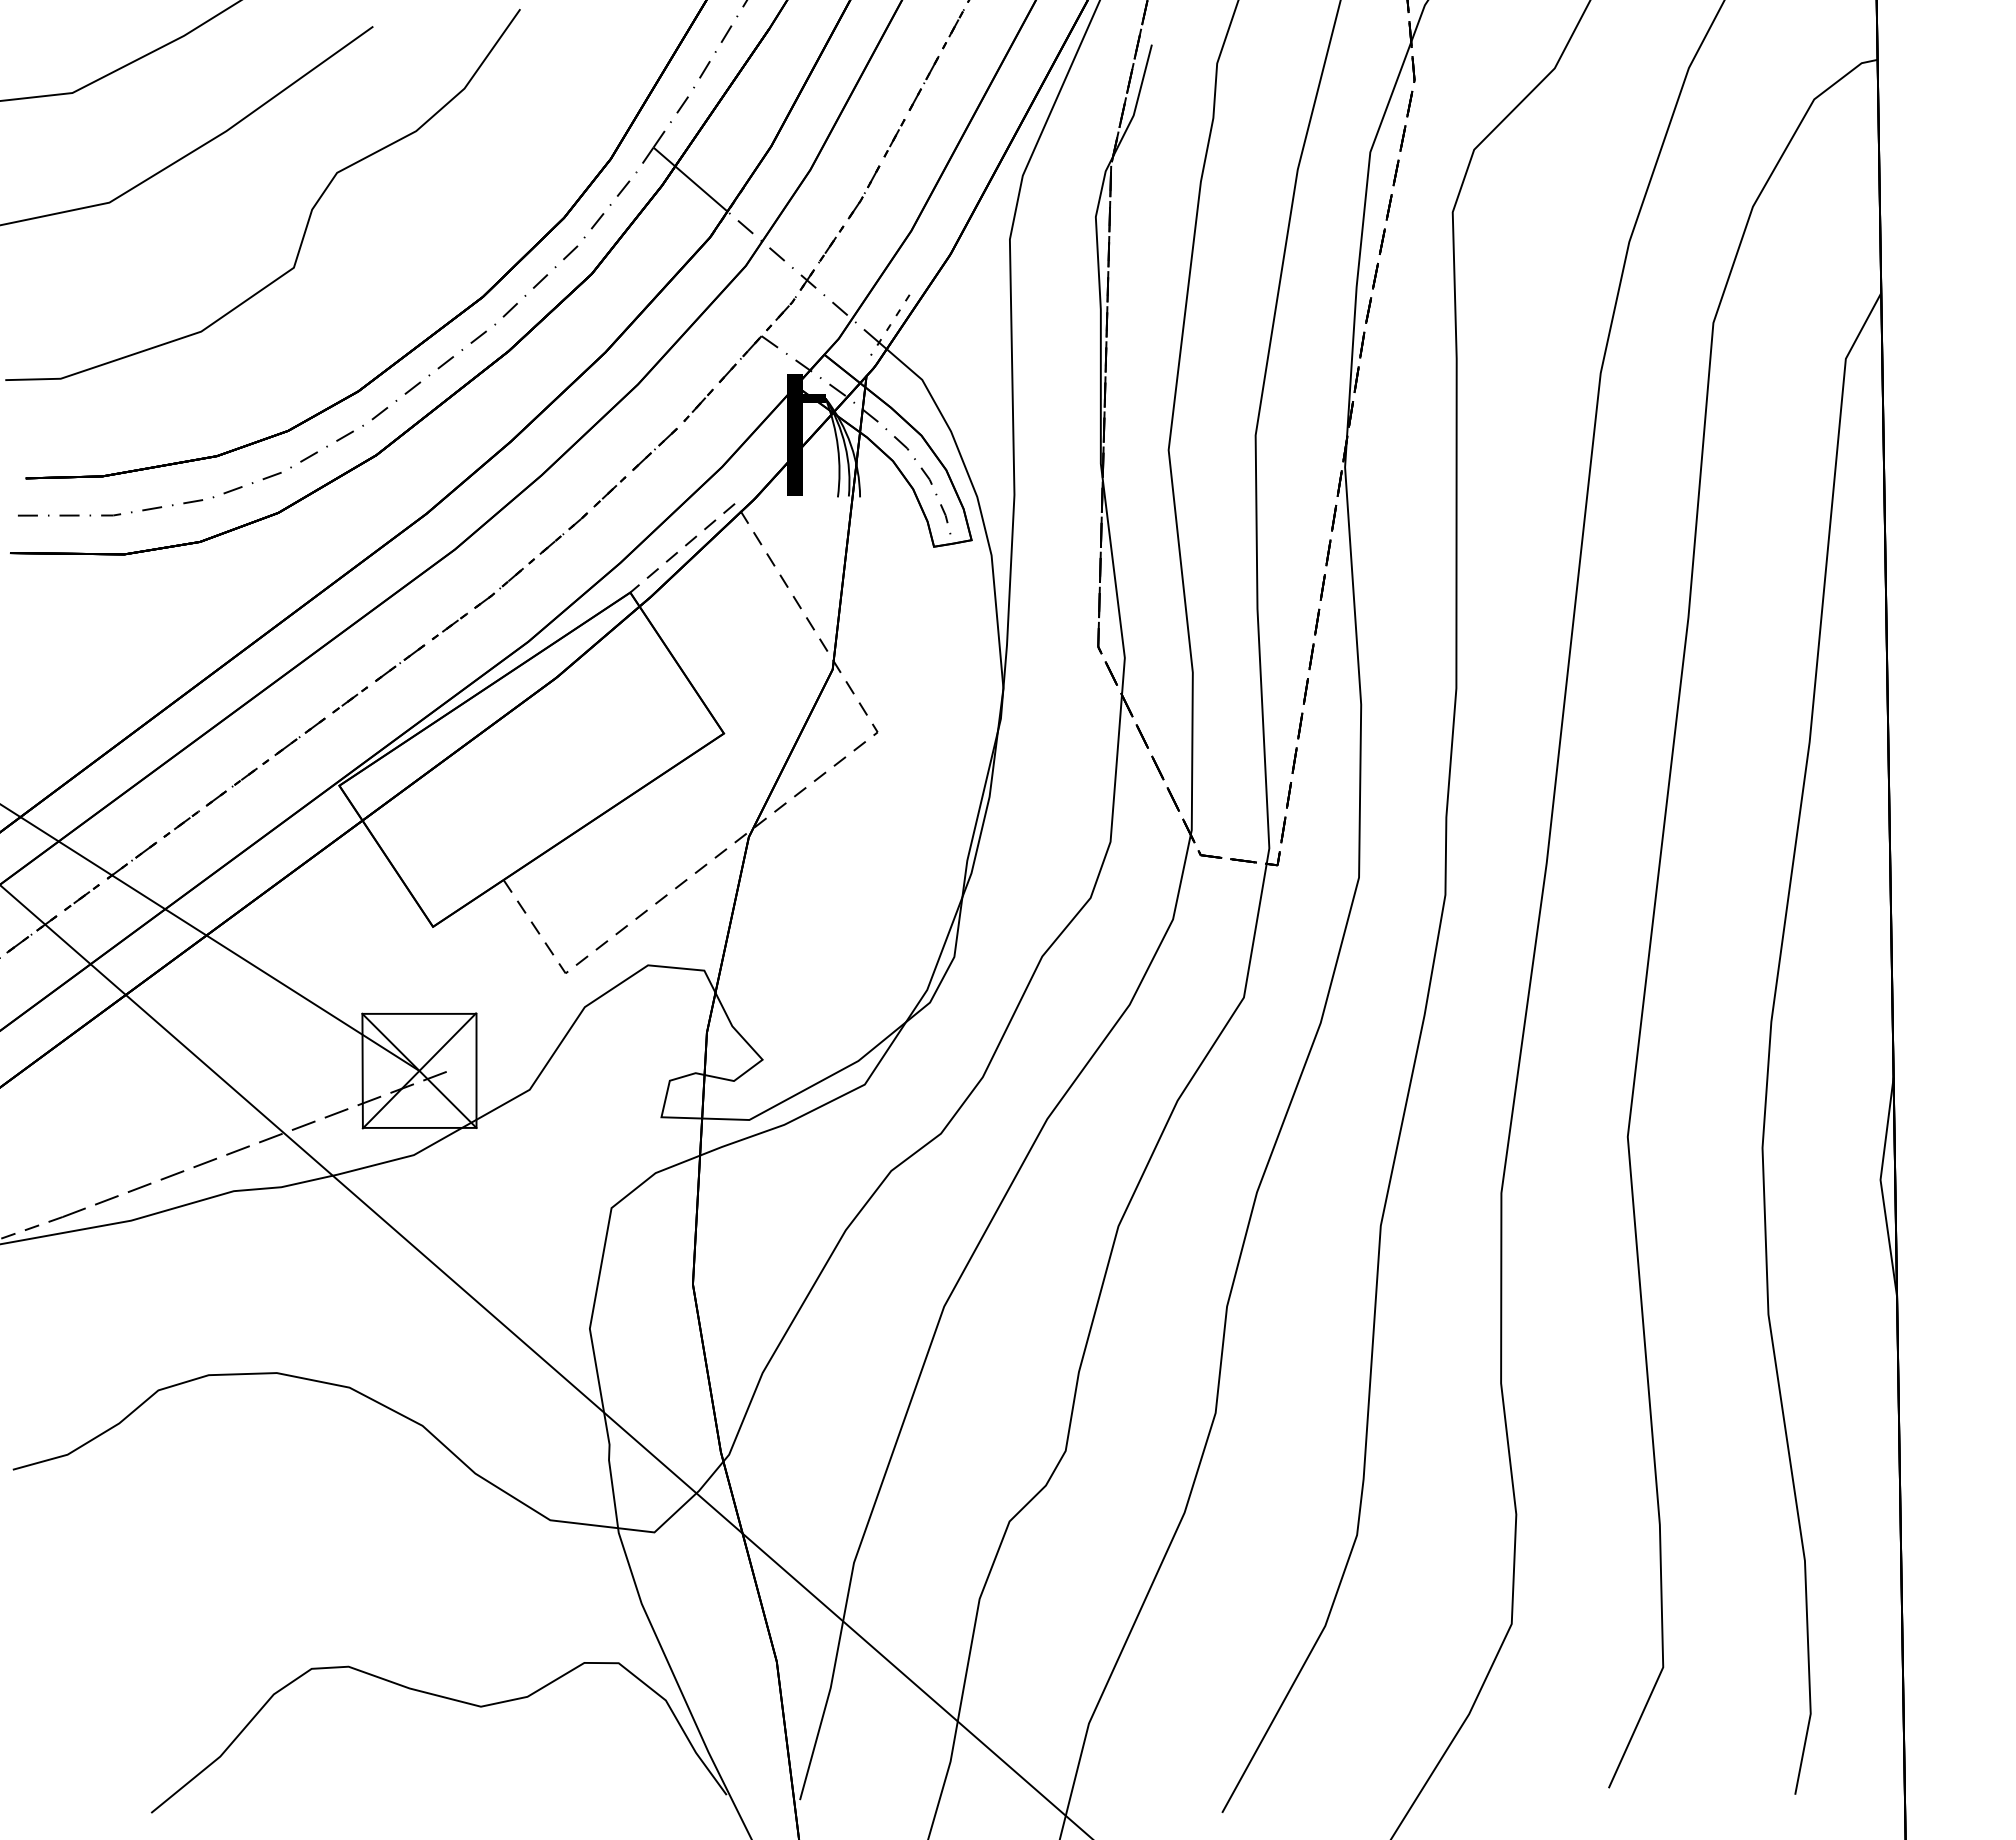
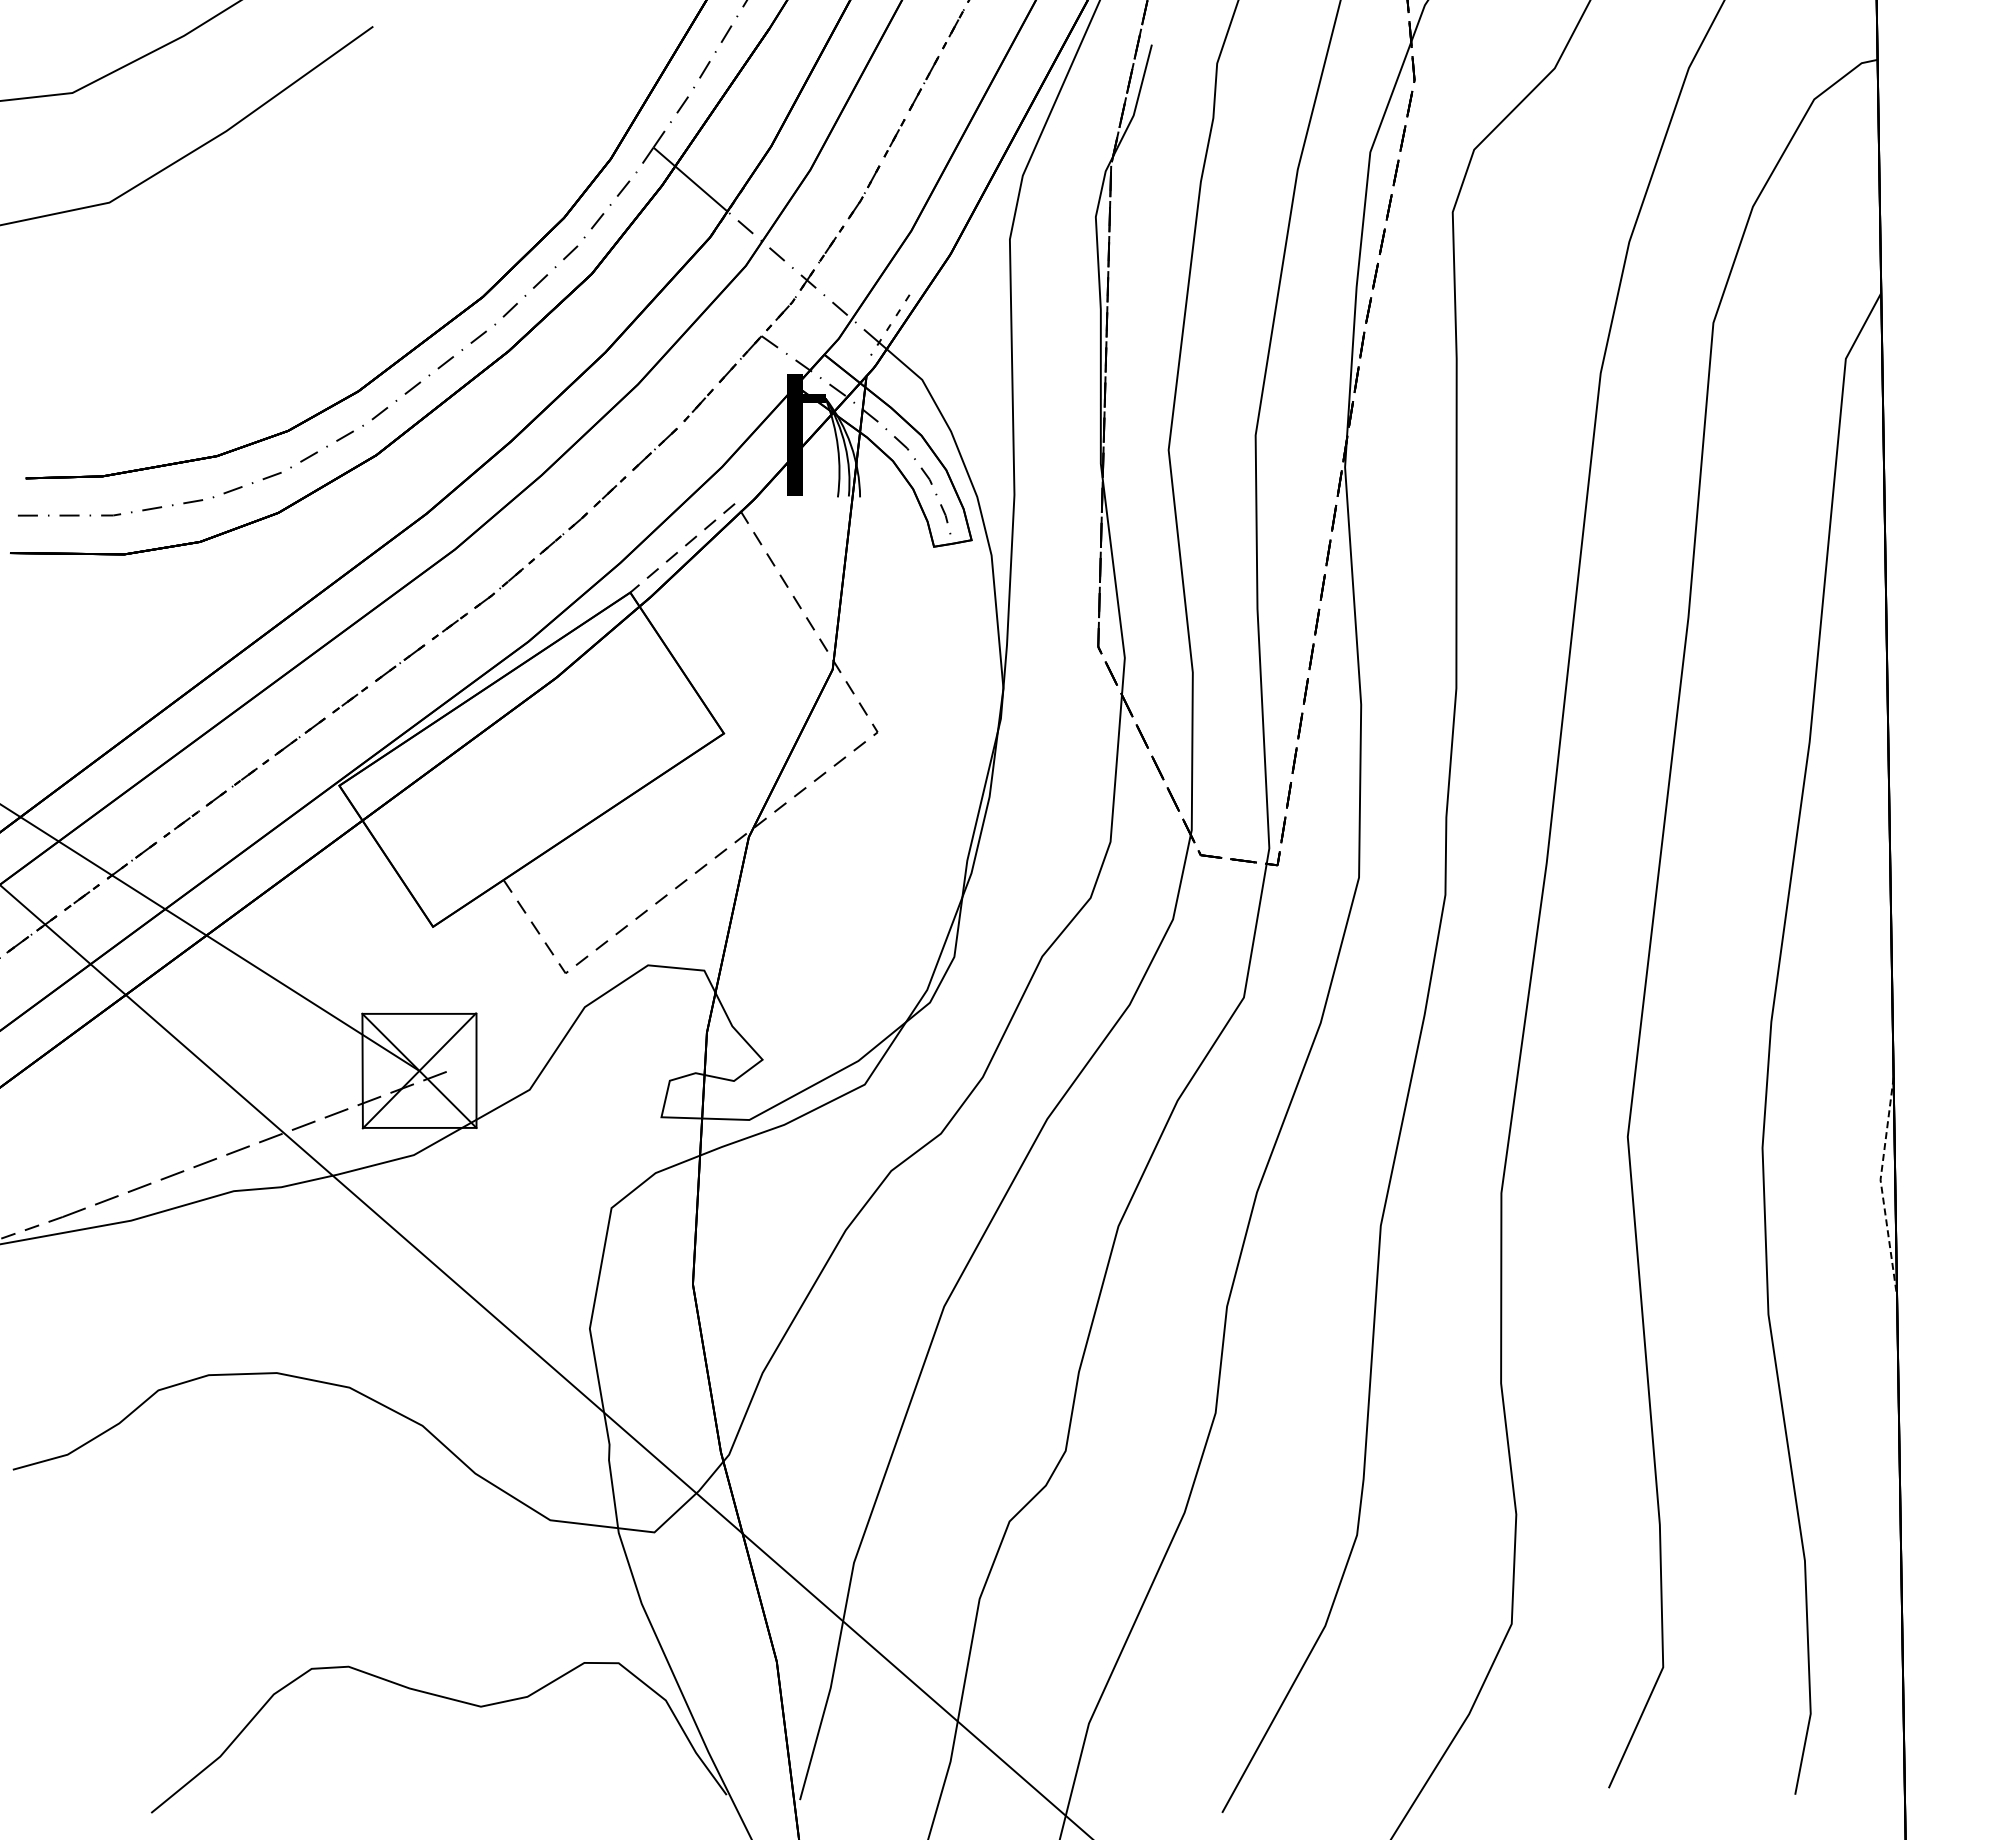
curve at (310, 211): present -> none
line at (1881, 1186): solid -> dashed
